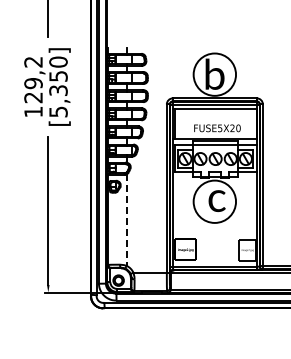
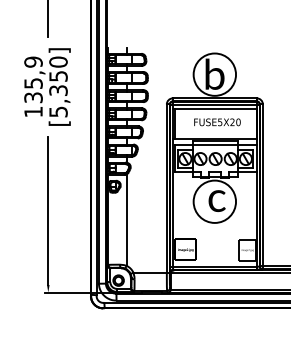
text at (33, 79): 129,2 -> 135,9
text at (217, 128) position: (217, 128) -> (217, 122)
line at (126, 220): dashed -> solid
